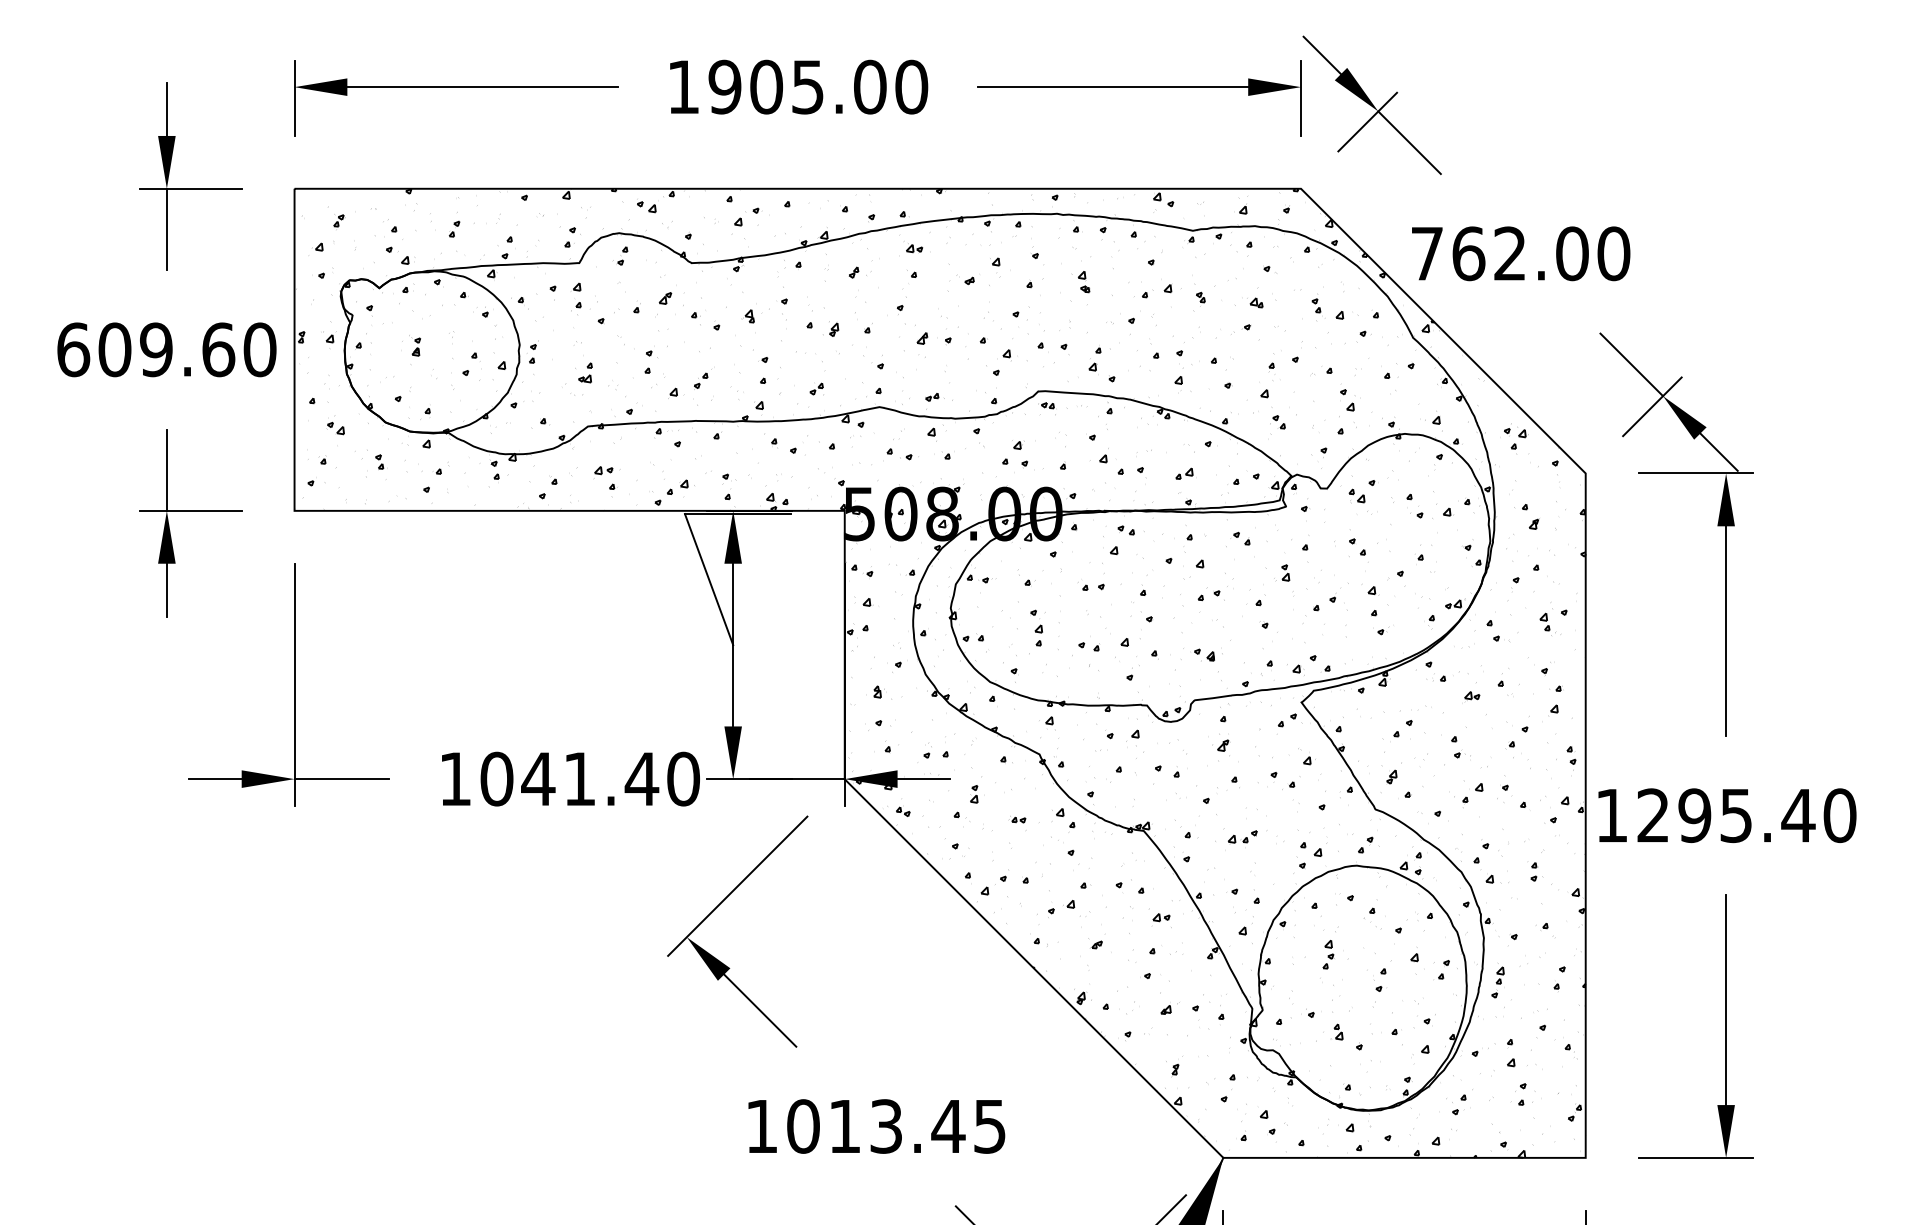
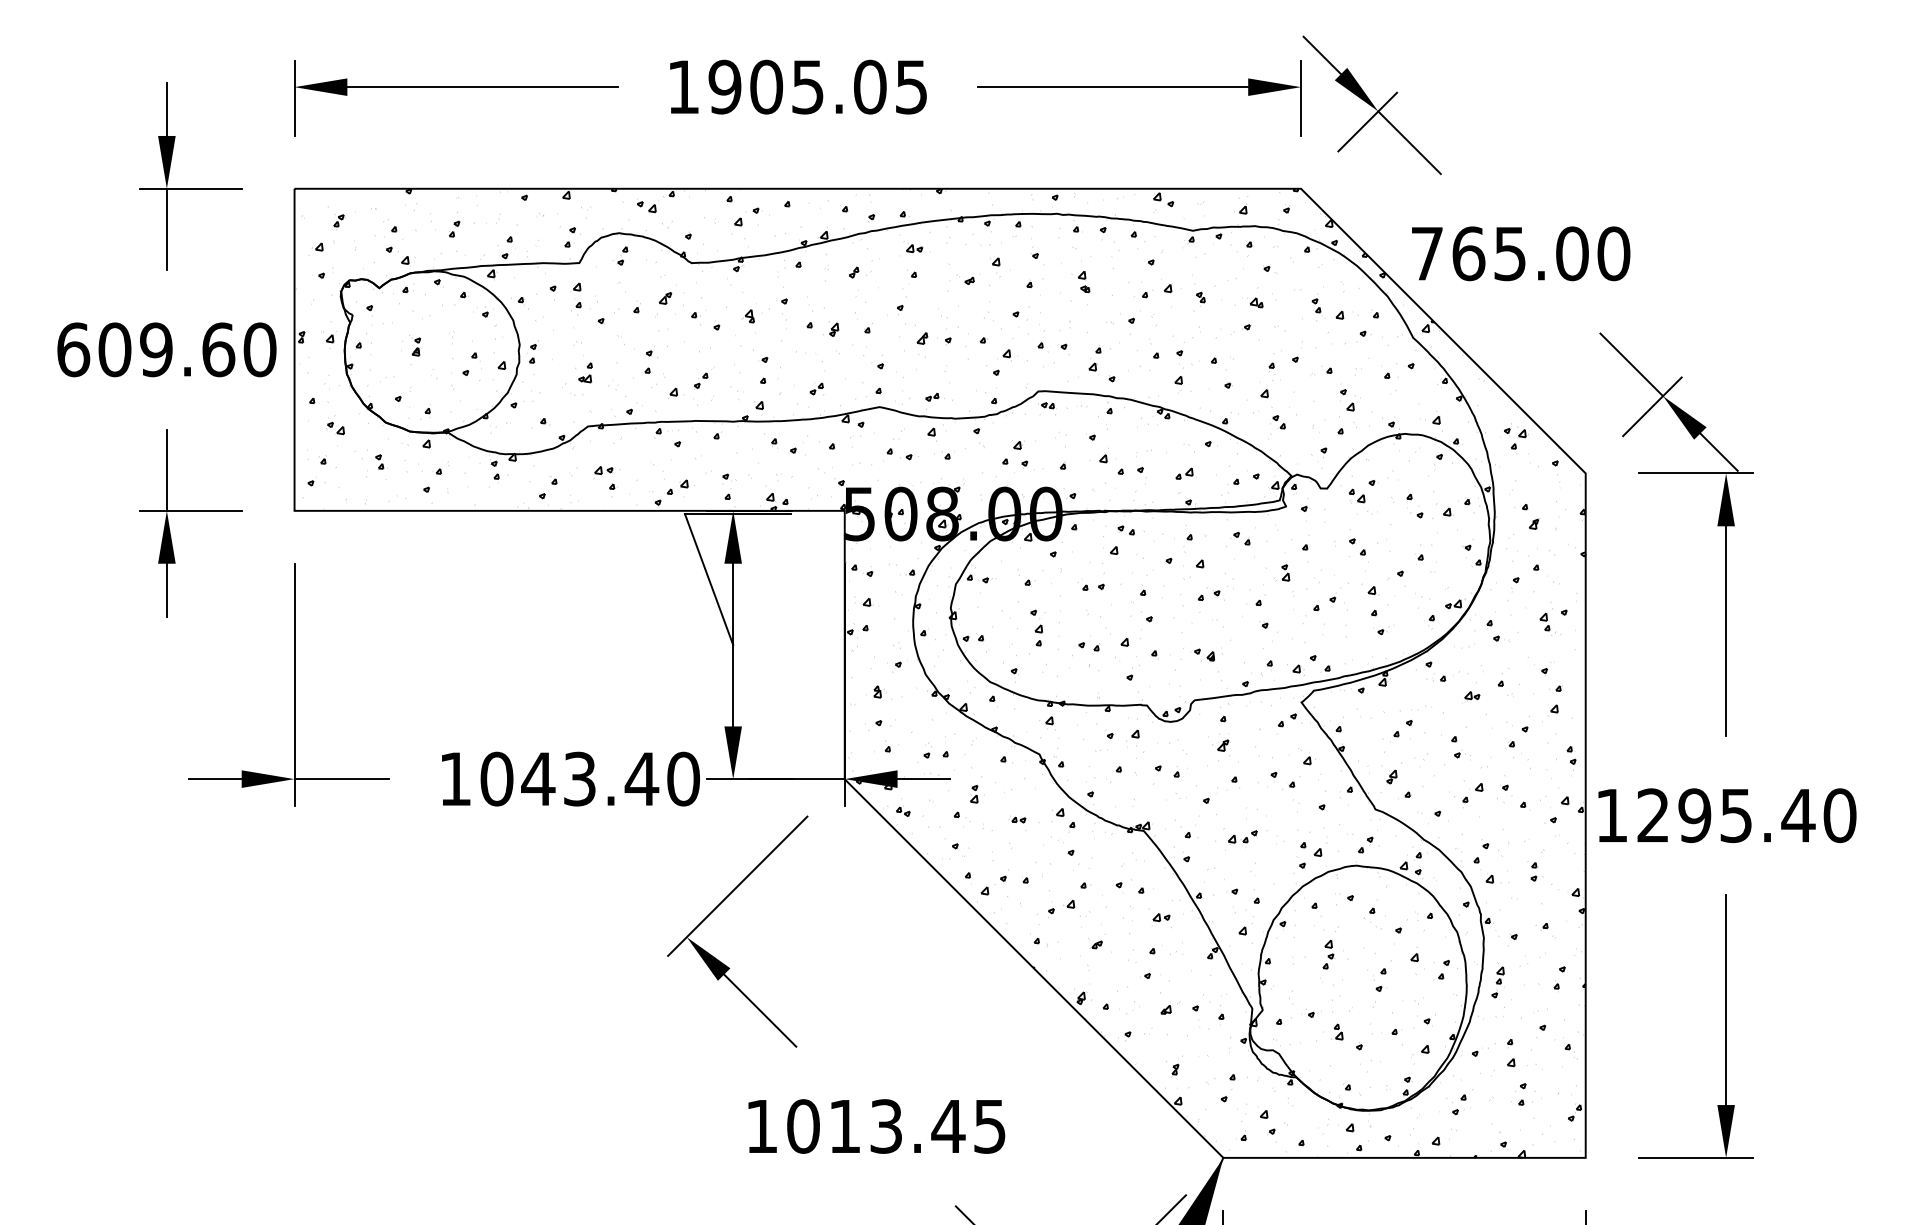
text at (911, 86): 1905.00 -> 1905.05
text at (1509, 253): 762.00 -> 765.00
text at (579, 778): 1041.40 -> 1043.40
